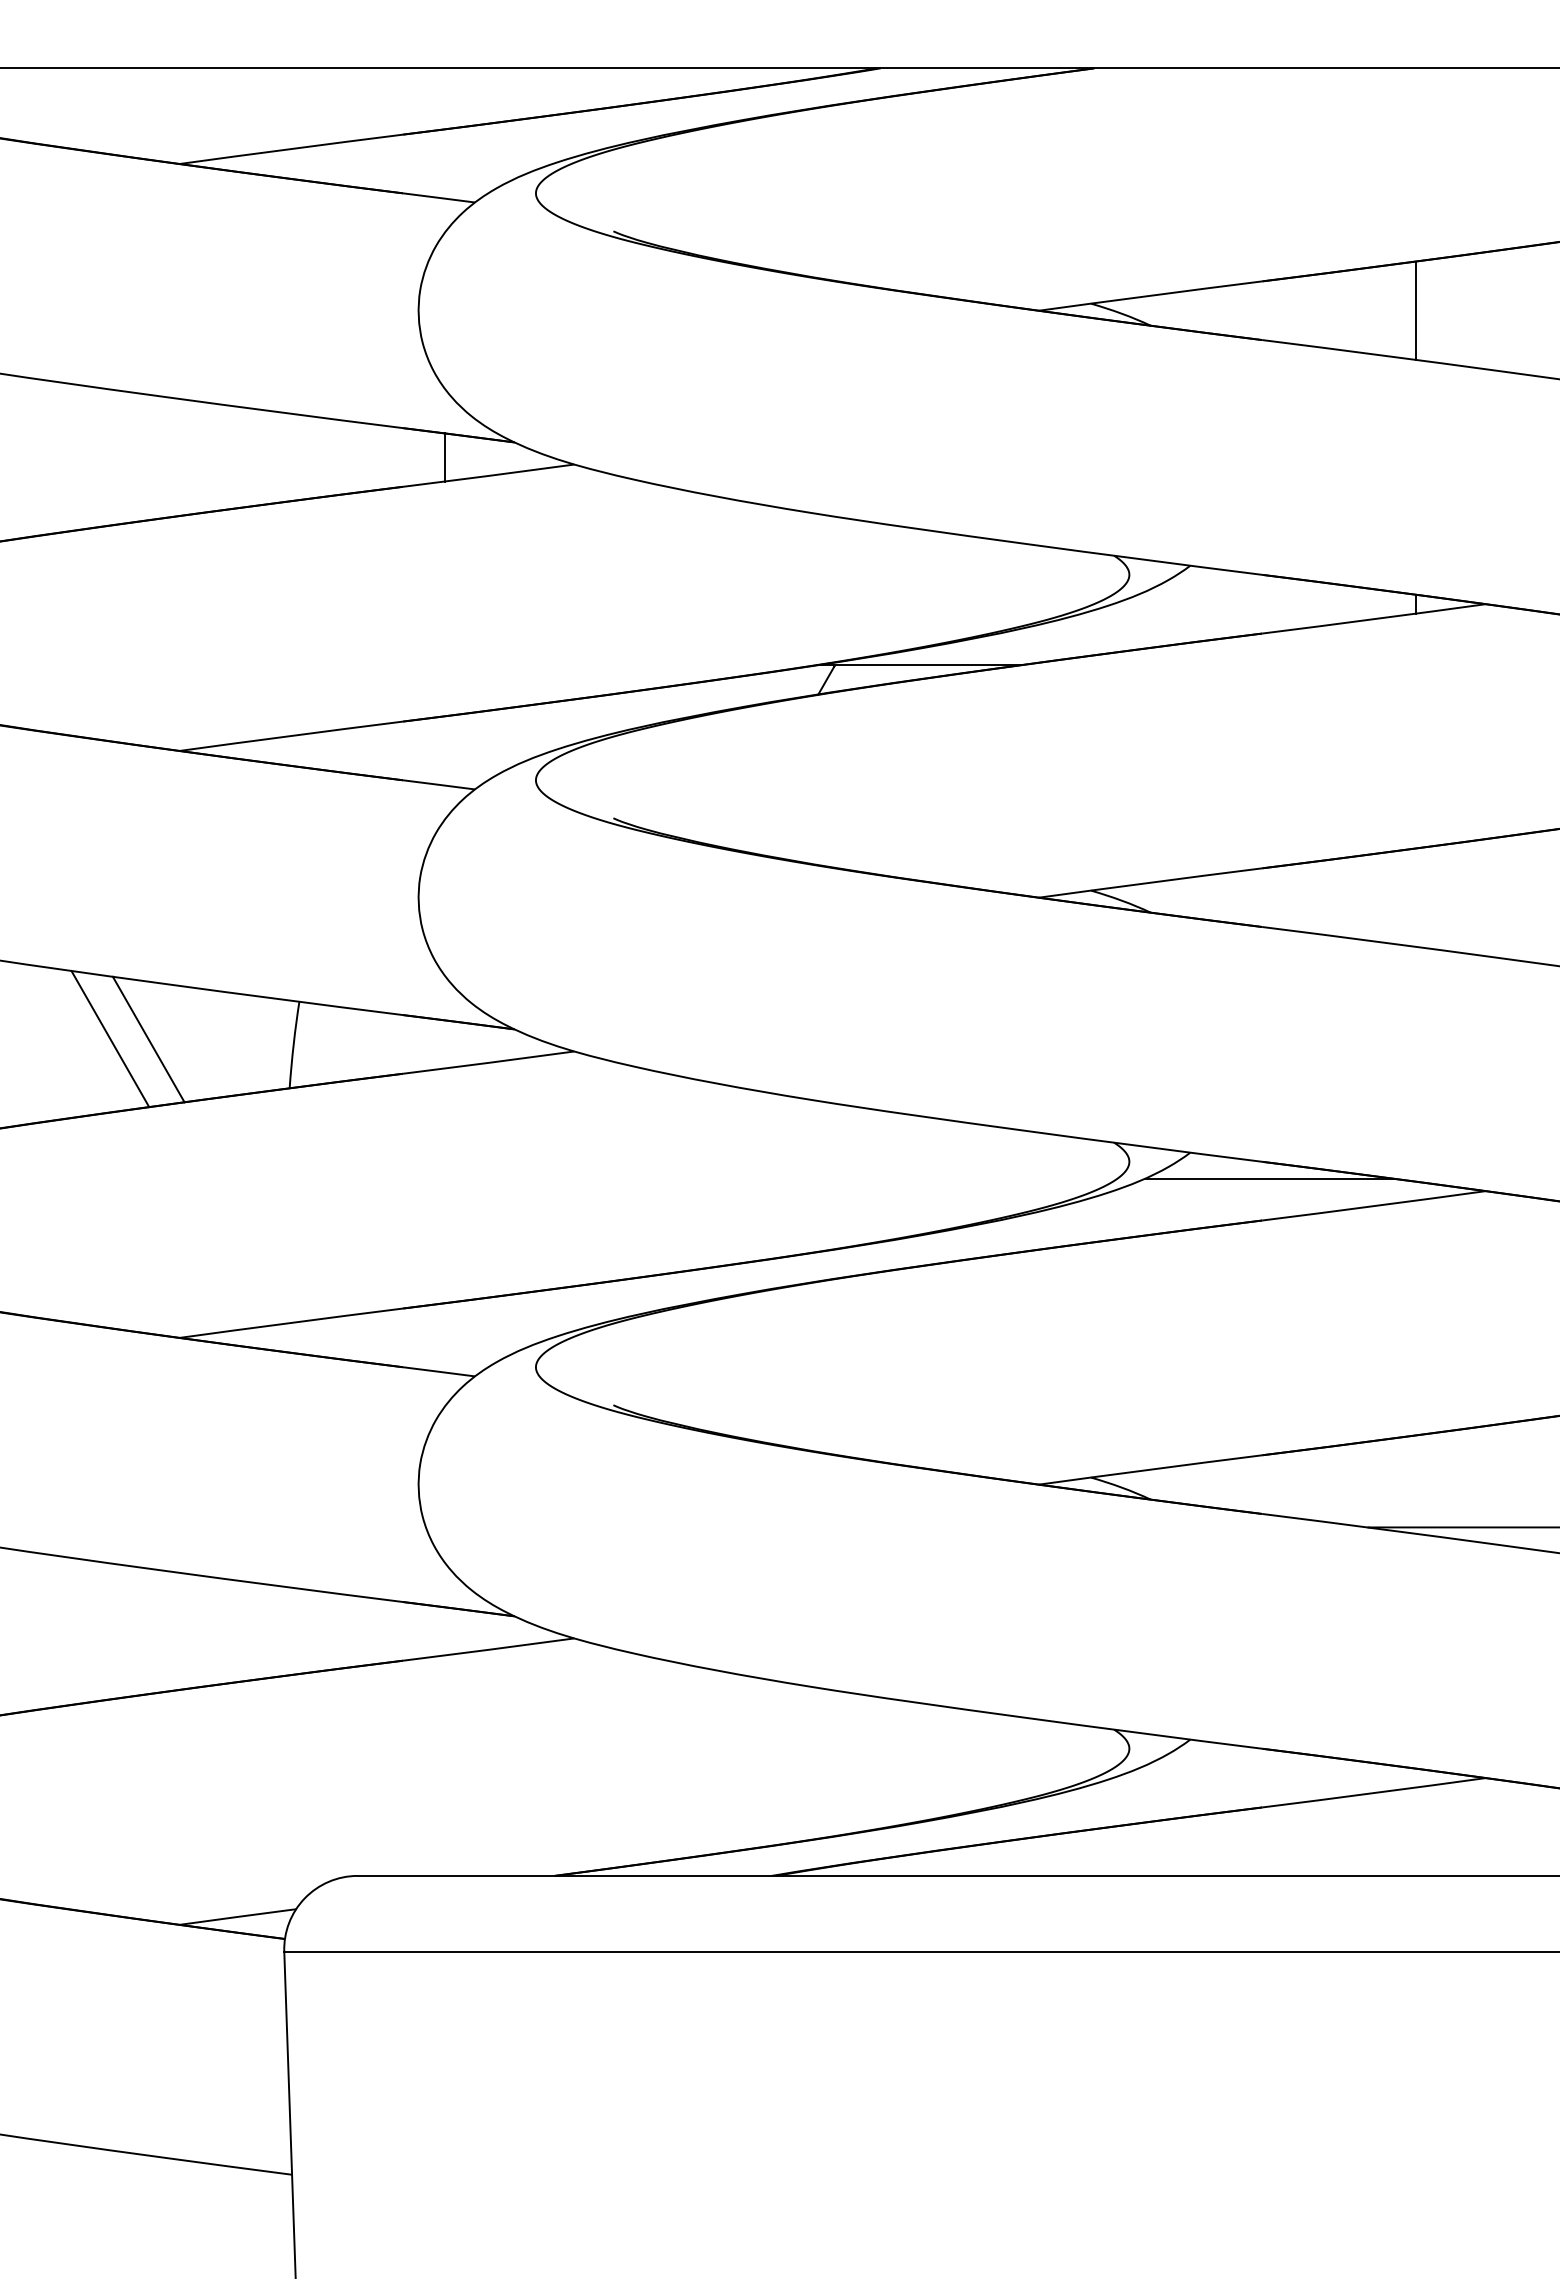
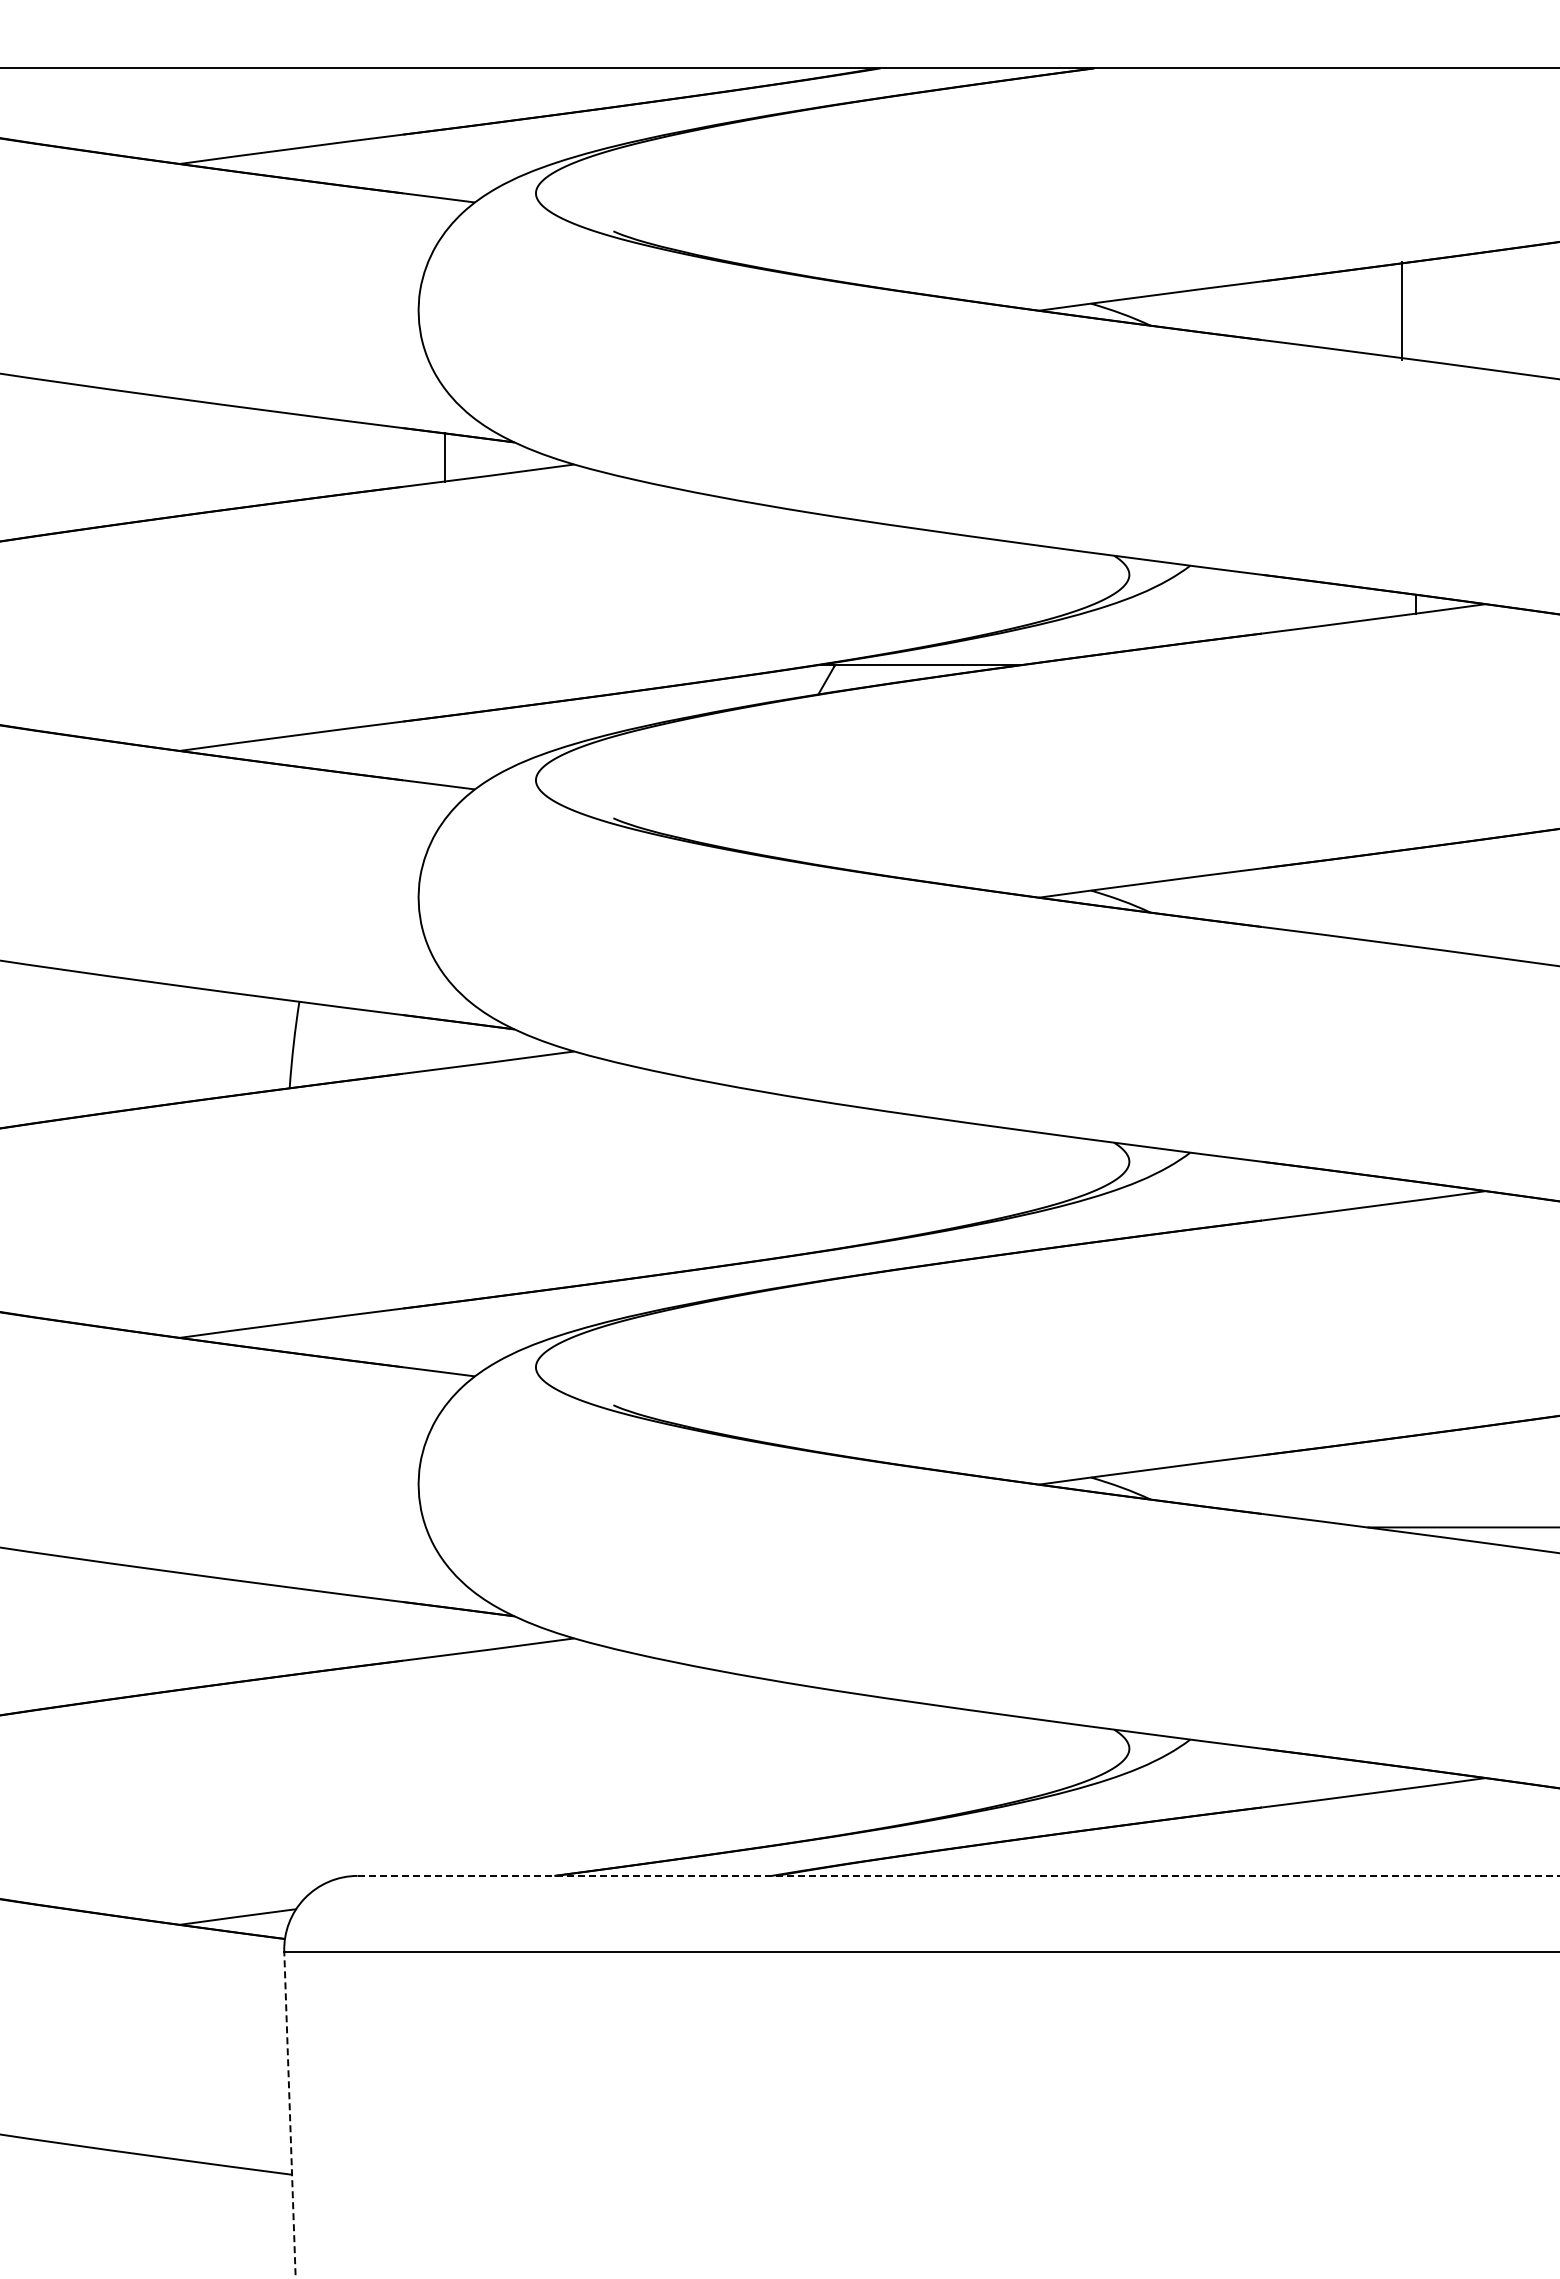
line at (1415, 310) position: (1415, 310) -> (1401, 310)
line at (110, 1039): present -> none
line at (148, 1039): present -> none
line at (1269, 1178): present -> none
line at (958, 1875): solid -> dashed
line at (289, 2114): solid -> dashed
